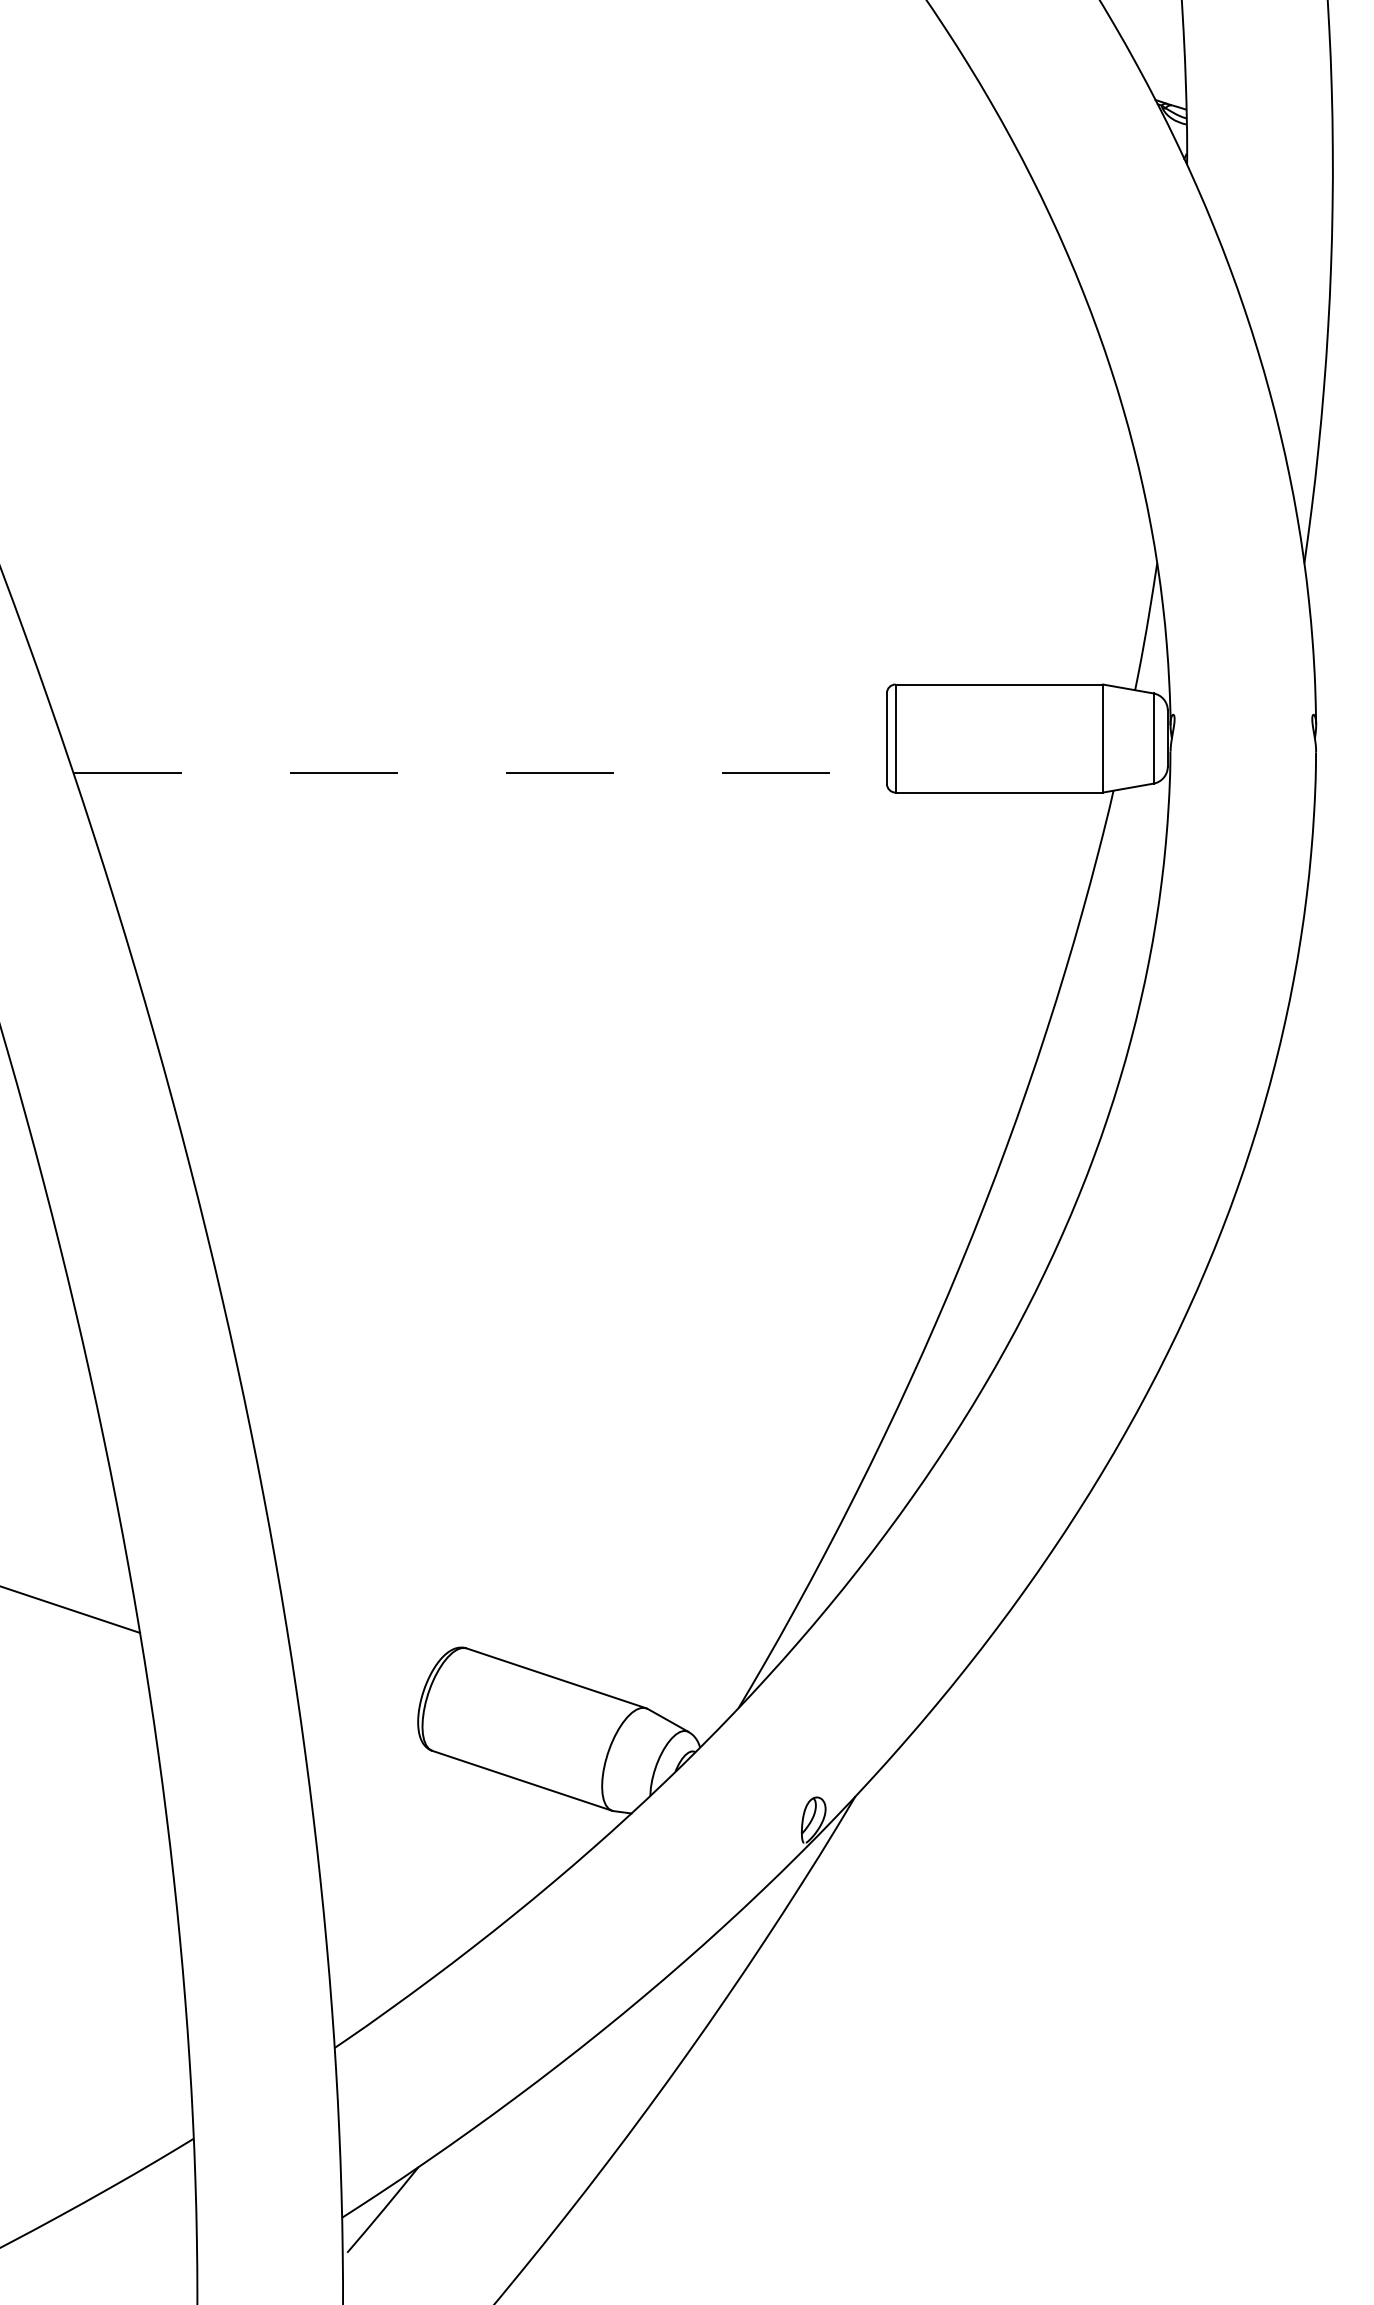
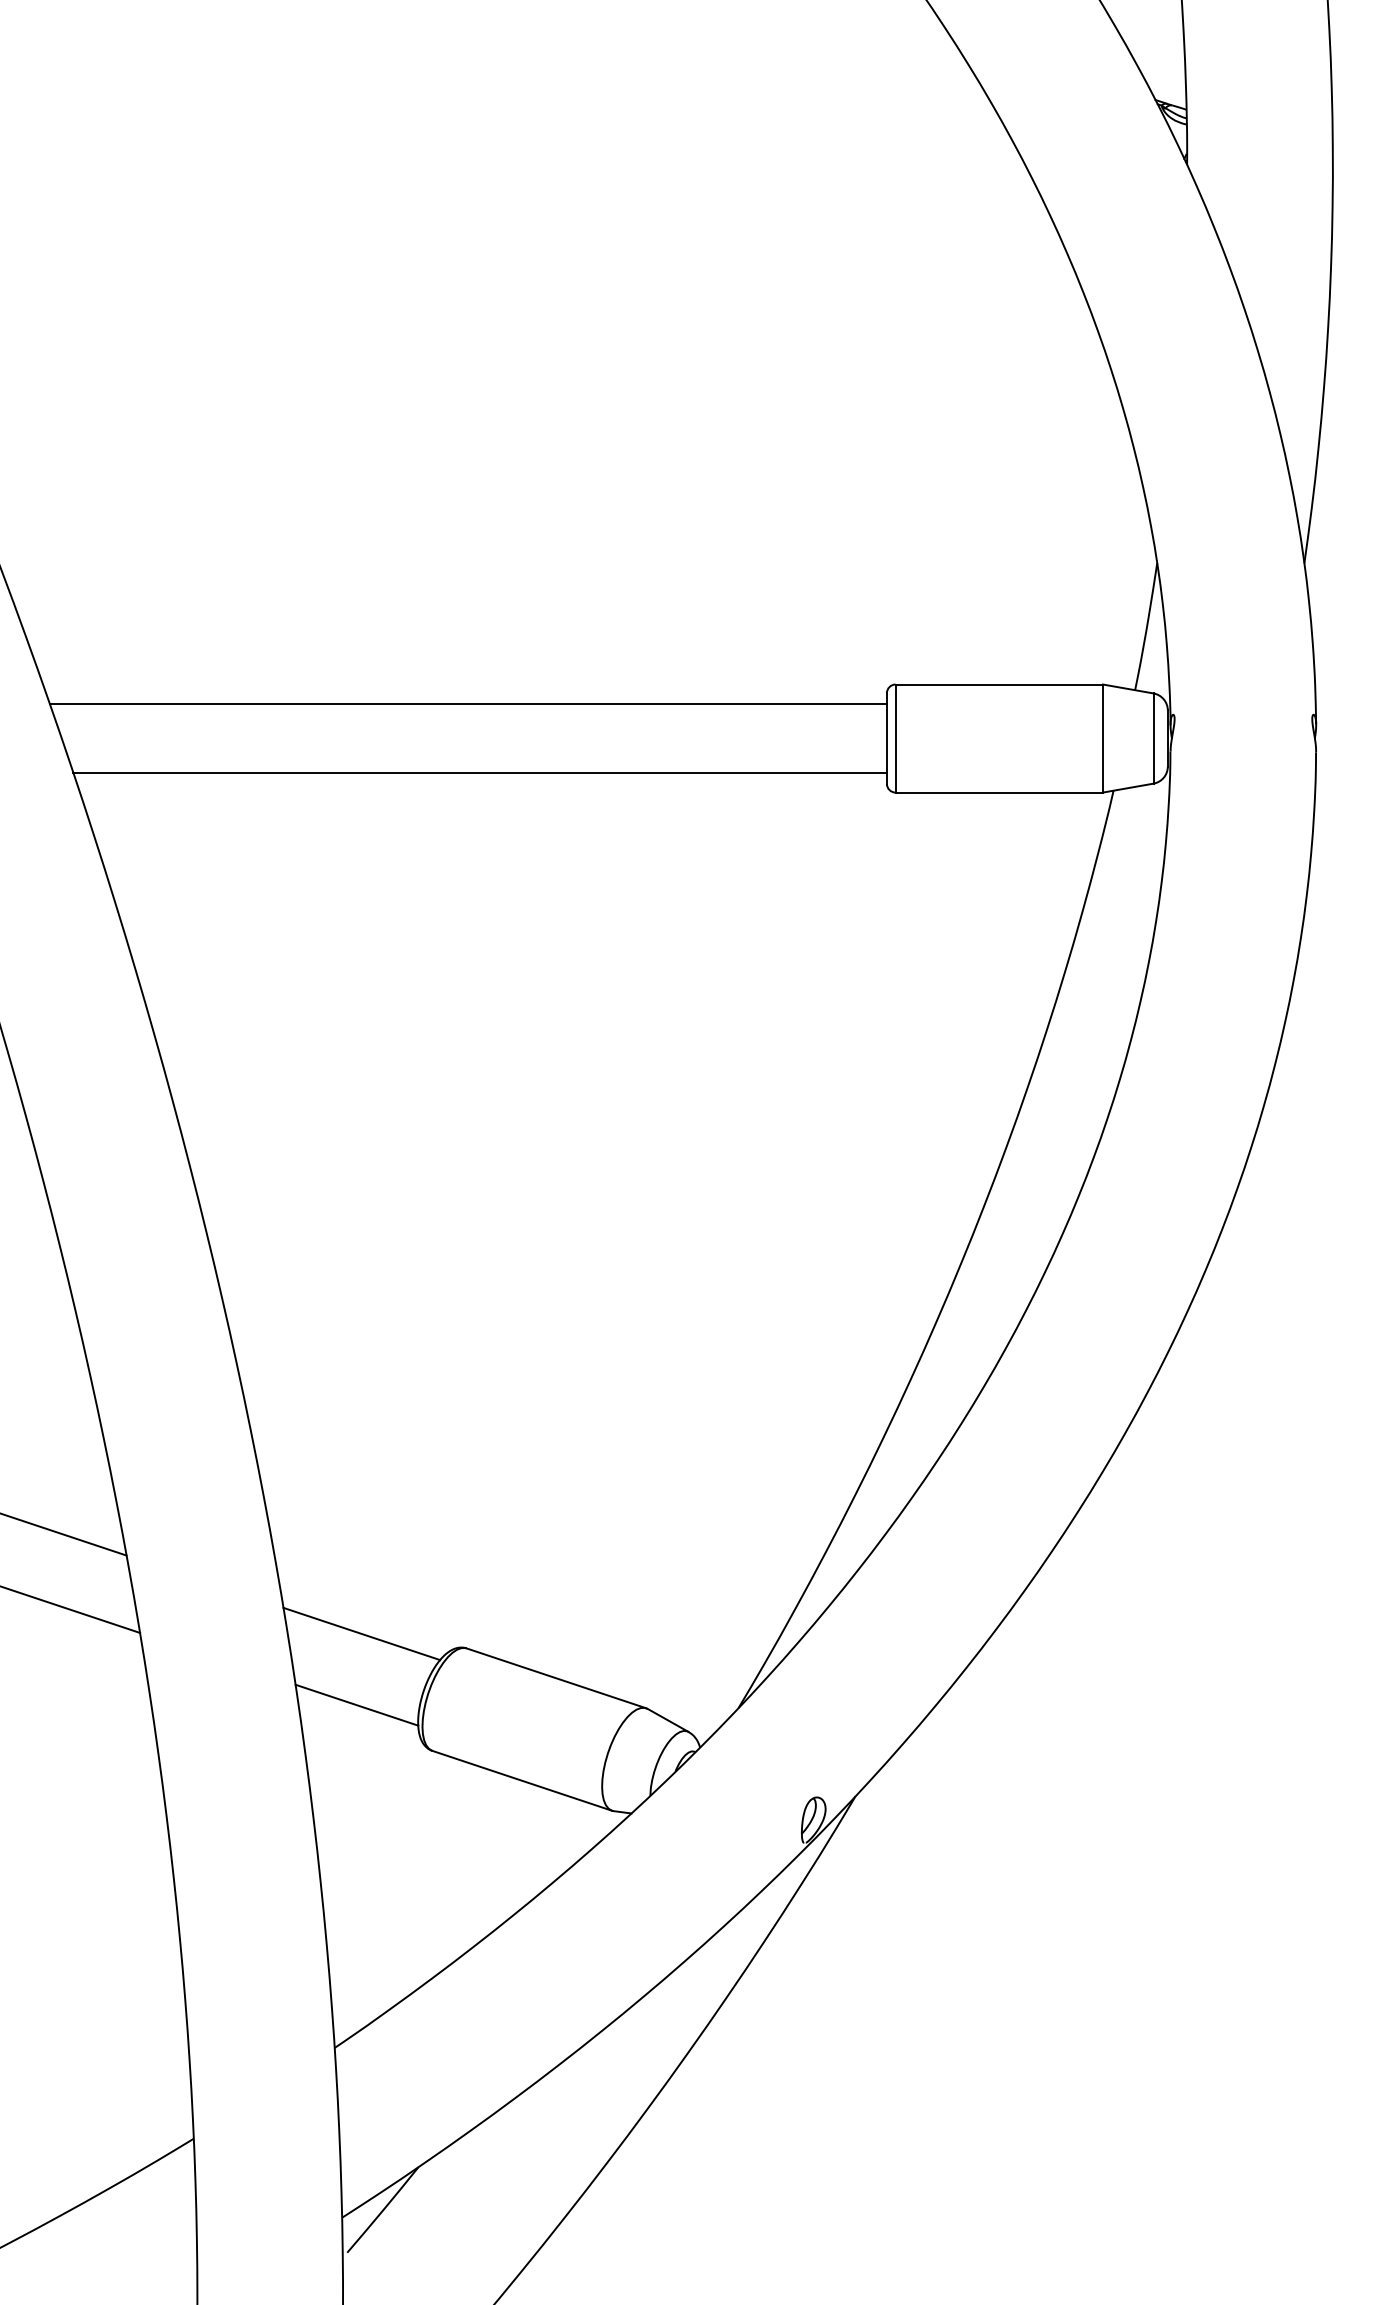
line at (467, 703): none -> present
line at (480, 773): dashed -> solid
line at (64, 1534): none -> present
line at (361, 1633): none -> present
line at (356, 1704): none -> present
